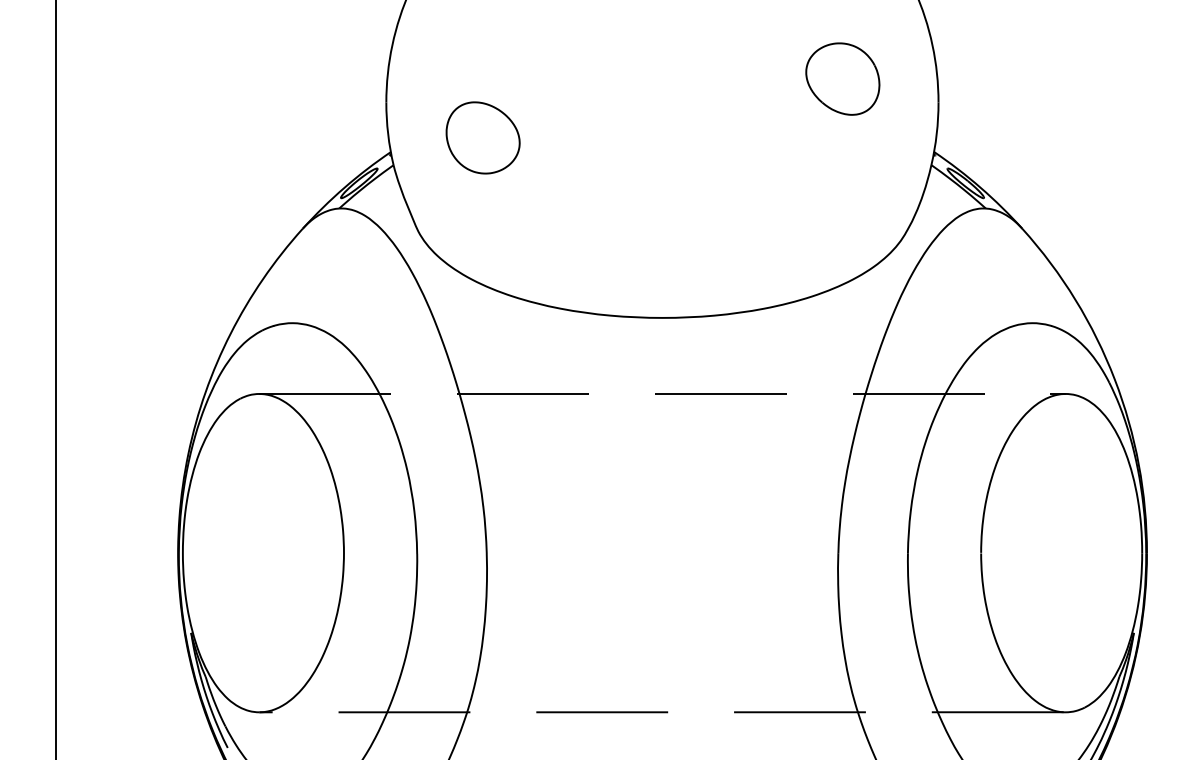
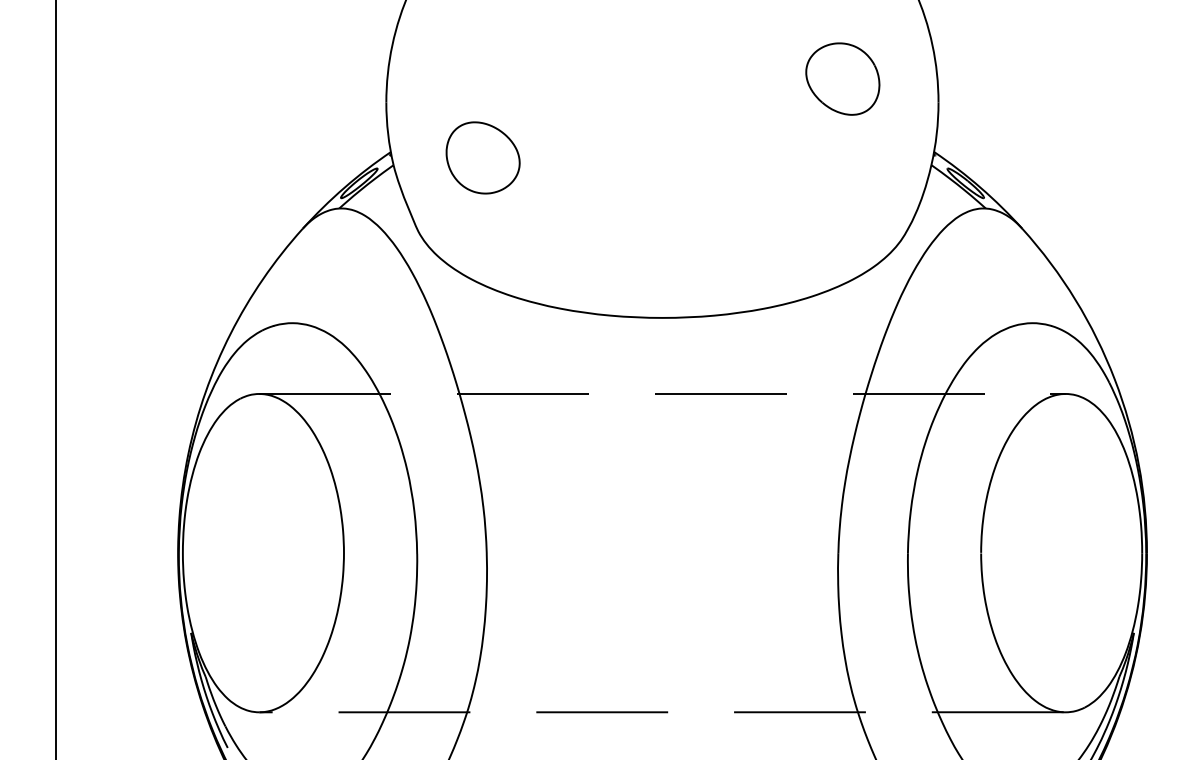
part at (482, 137) position: (482, 137) -> (482, 157)
